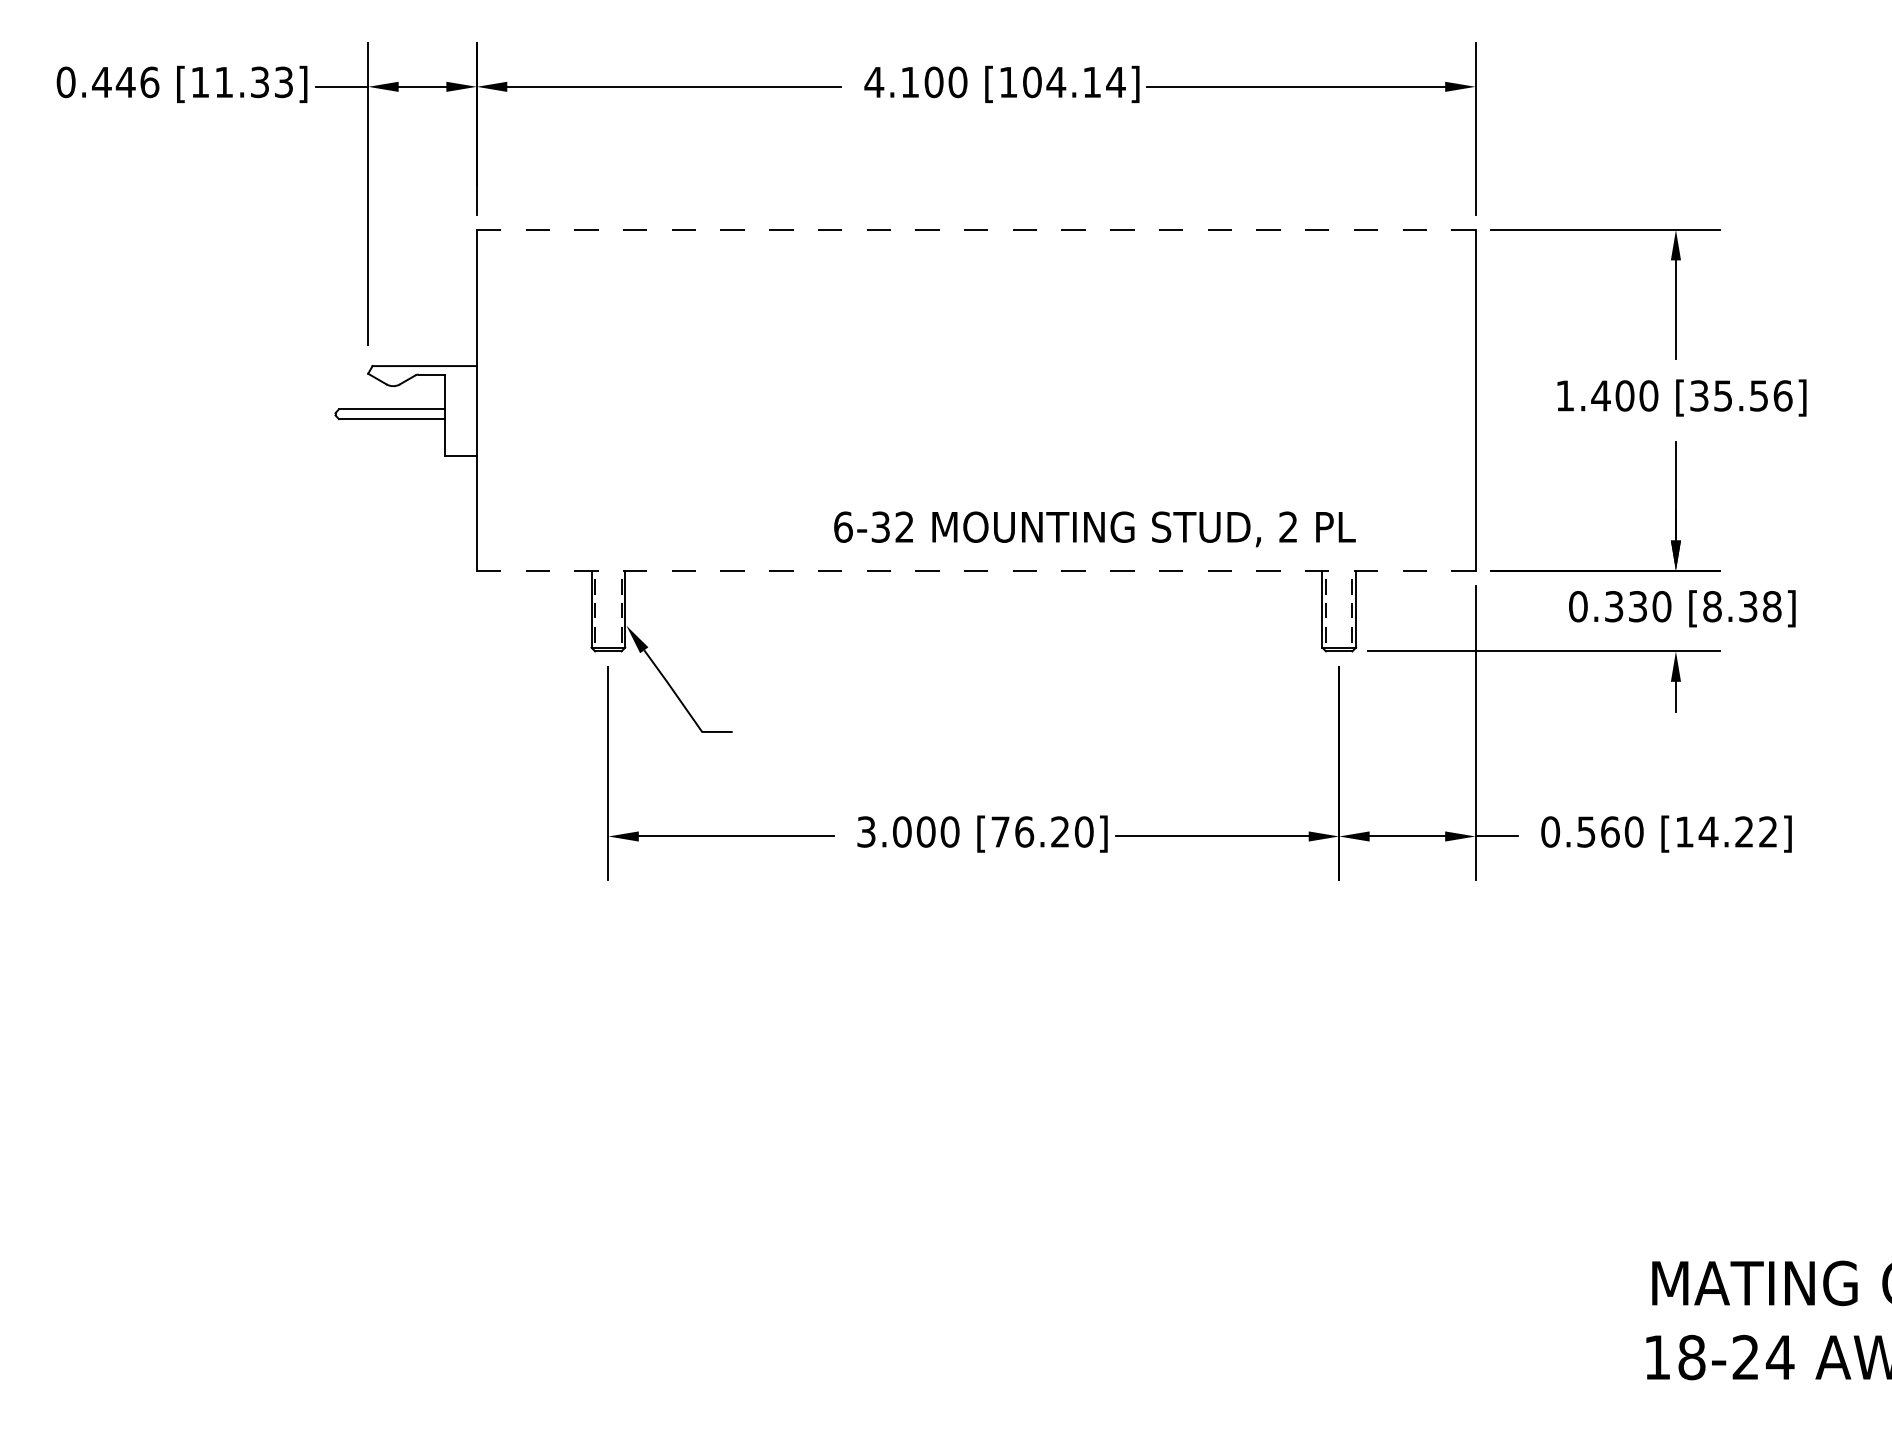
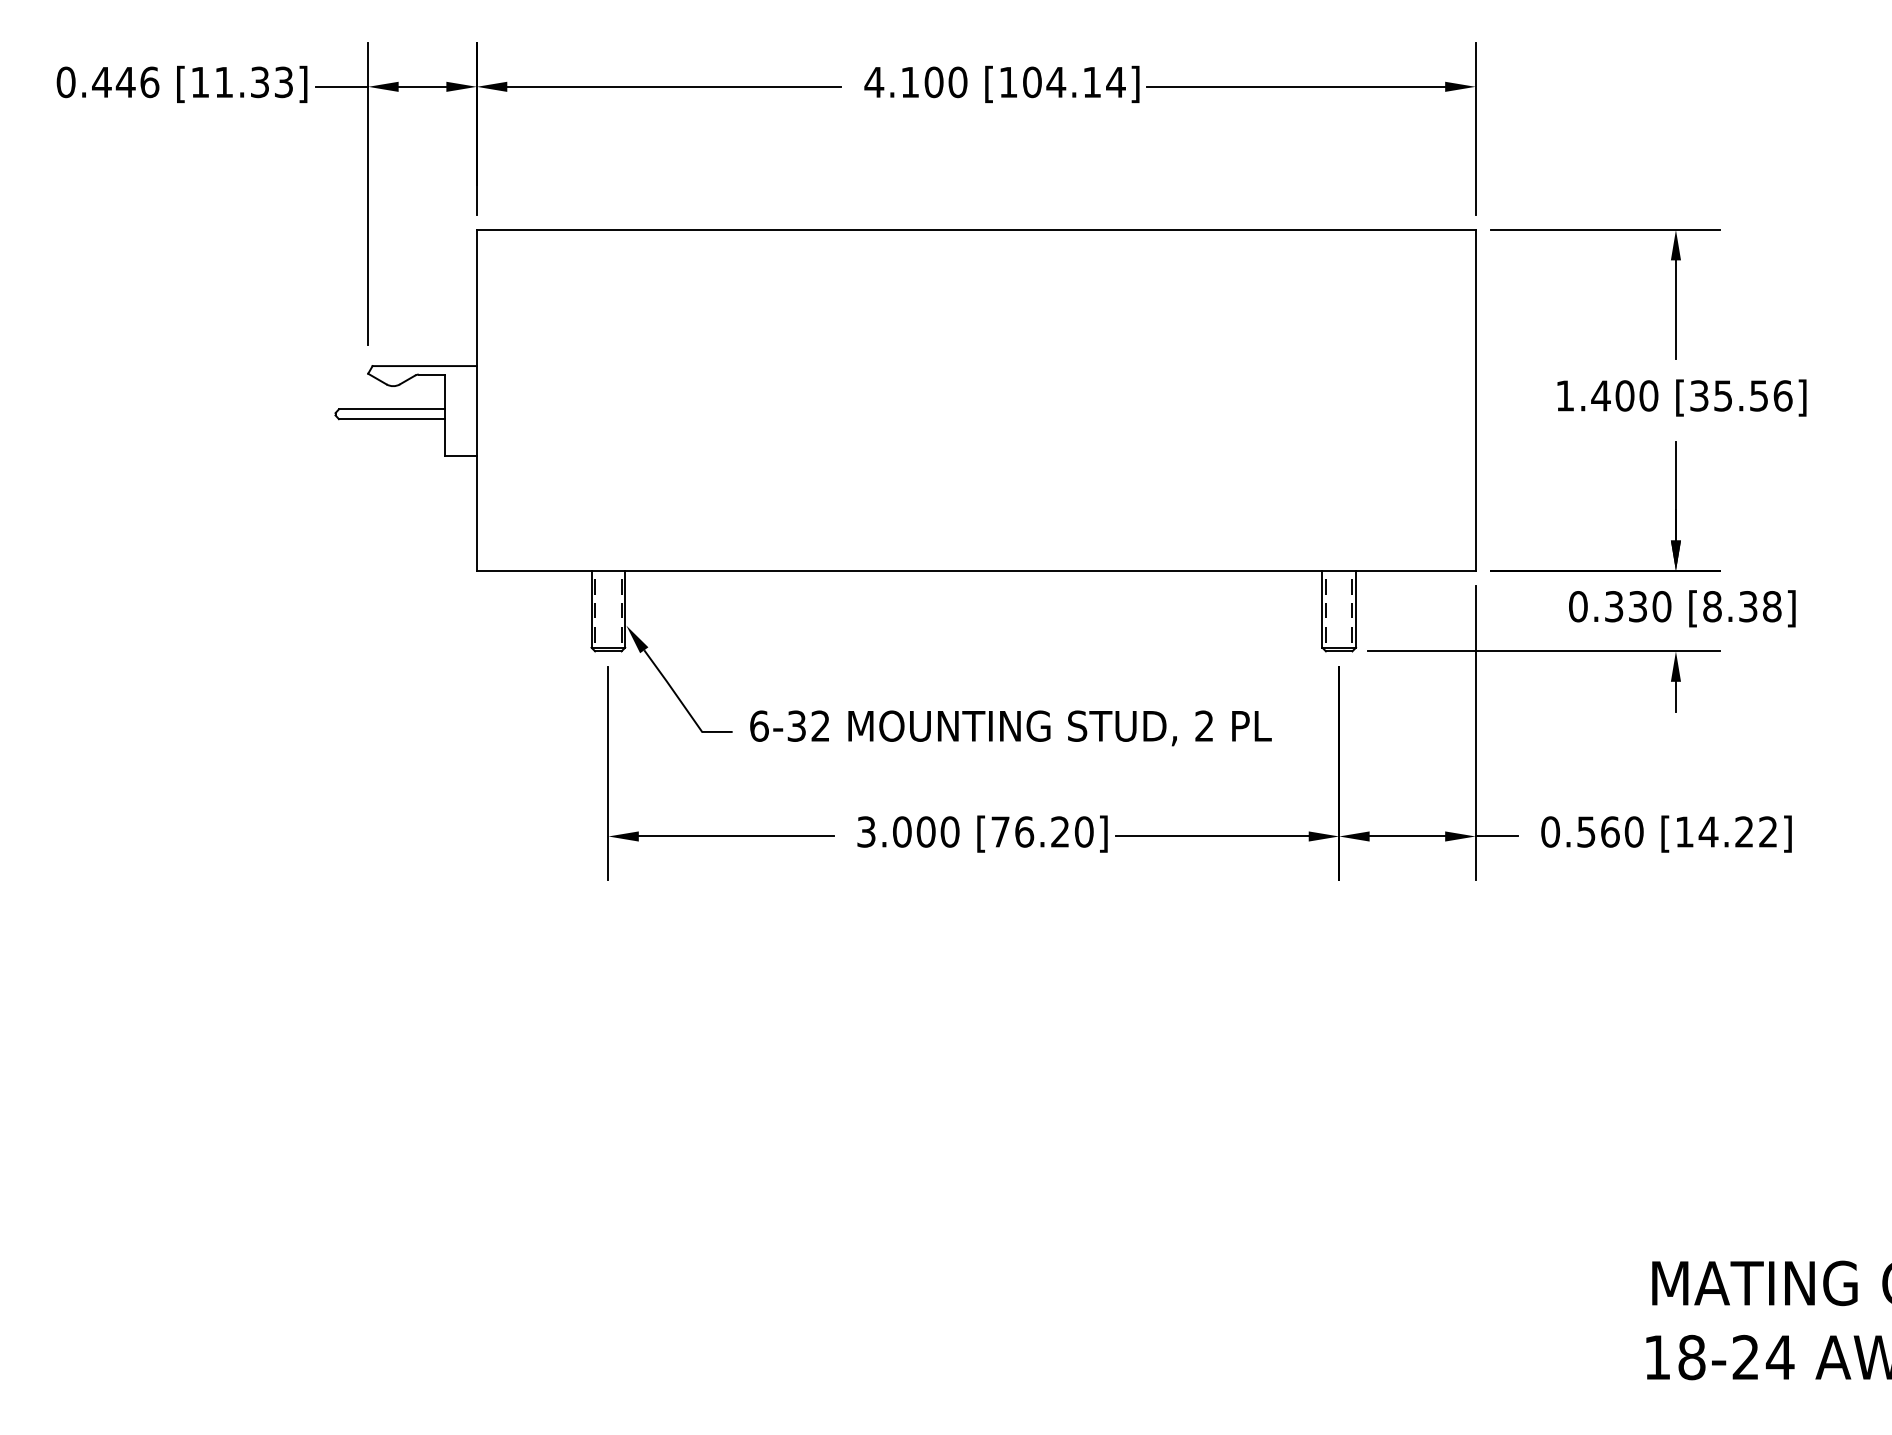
line at (976, 229): dashed -> solid
text at (1094, 529) position: (1094, 529) -> (1010, 728)
line at (976, 570): dashed -> solid
